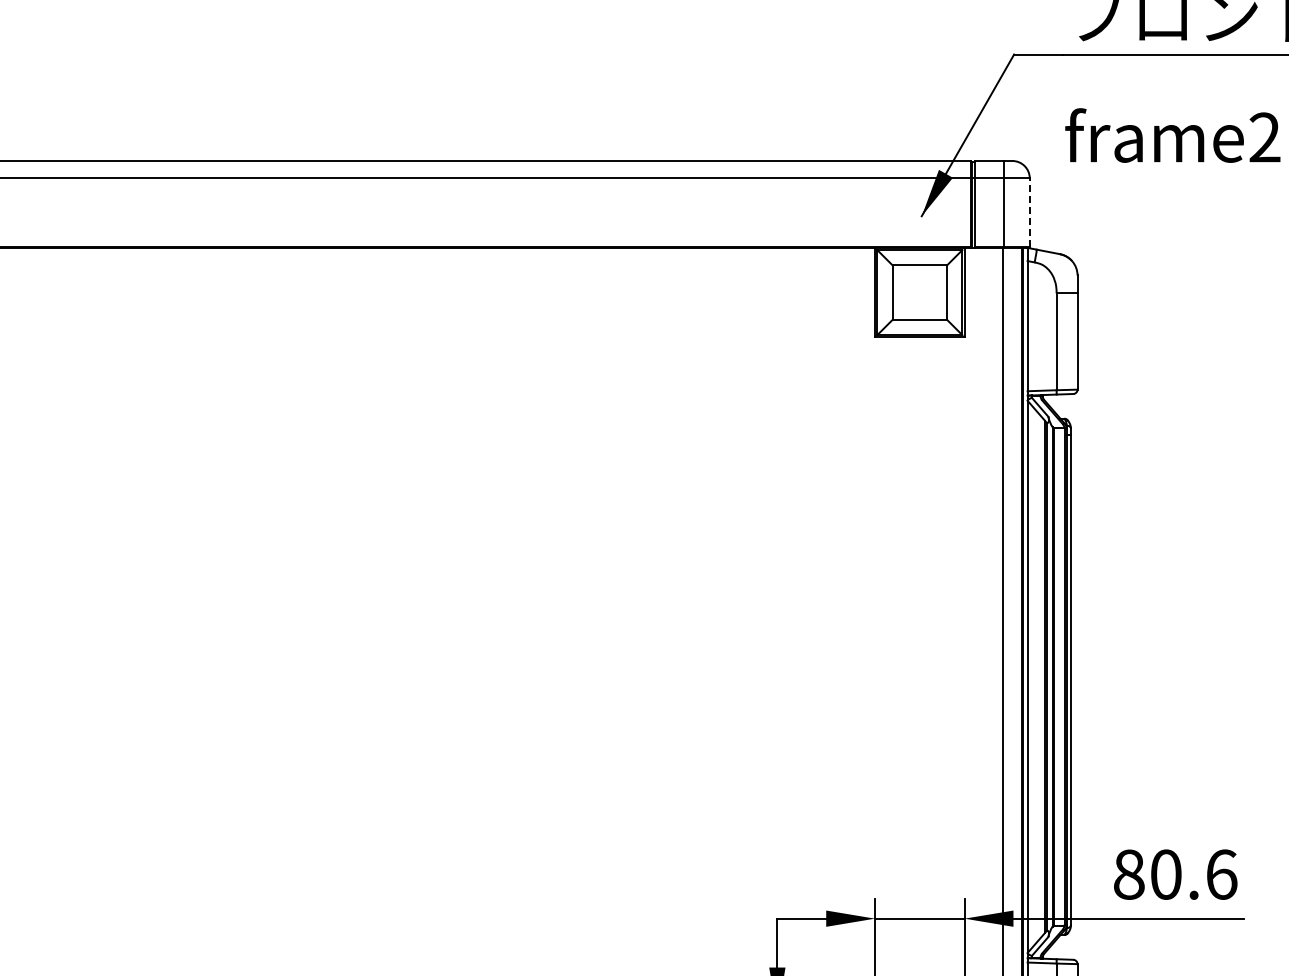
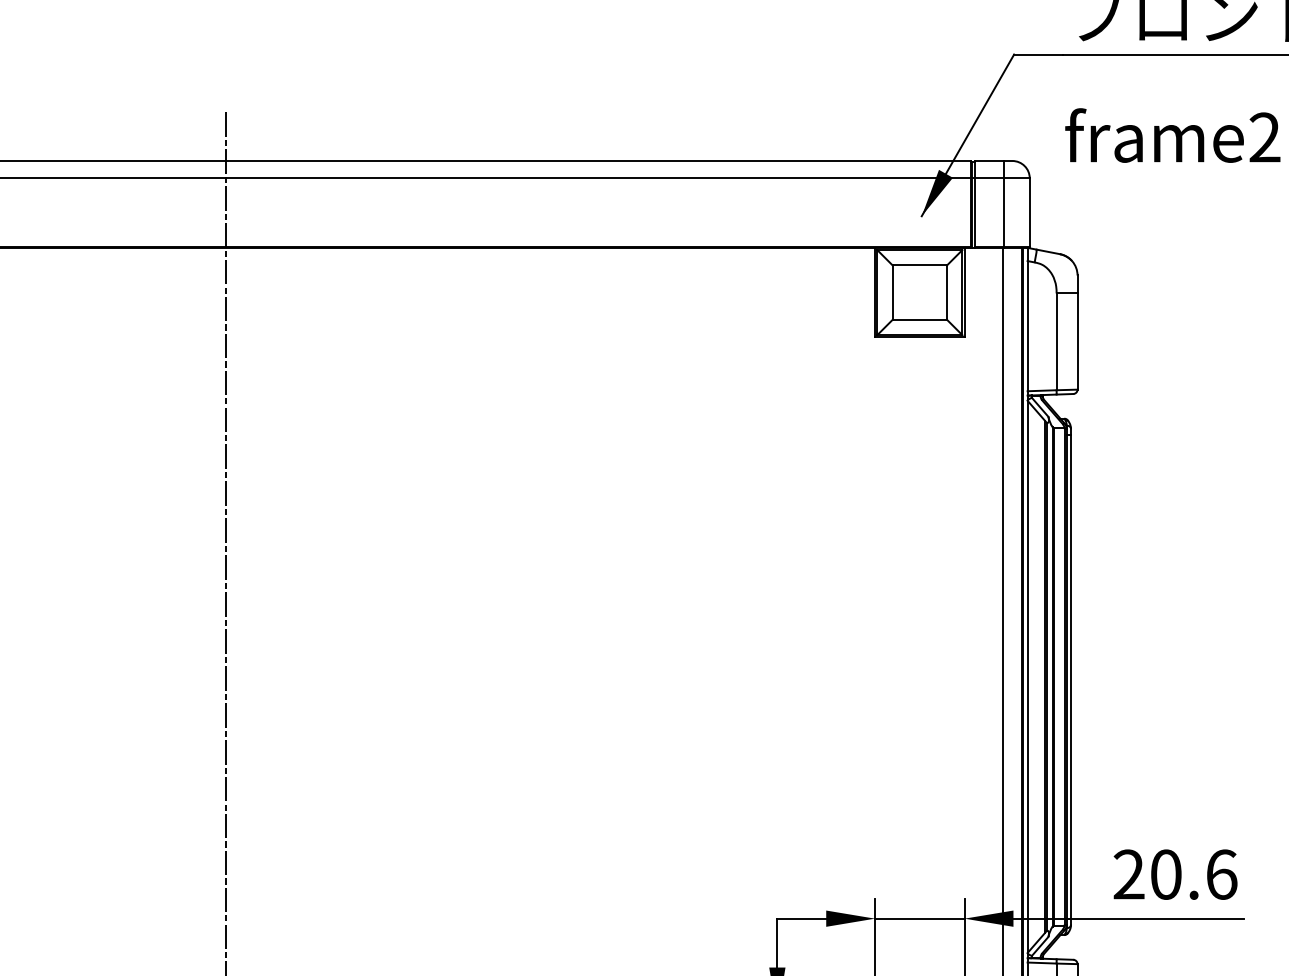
line at (1029, 212): dashed -> solid
line at (226, 542): none -> present
text at (1128, 874): 80.6 -> 20.6
